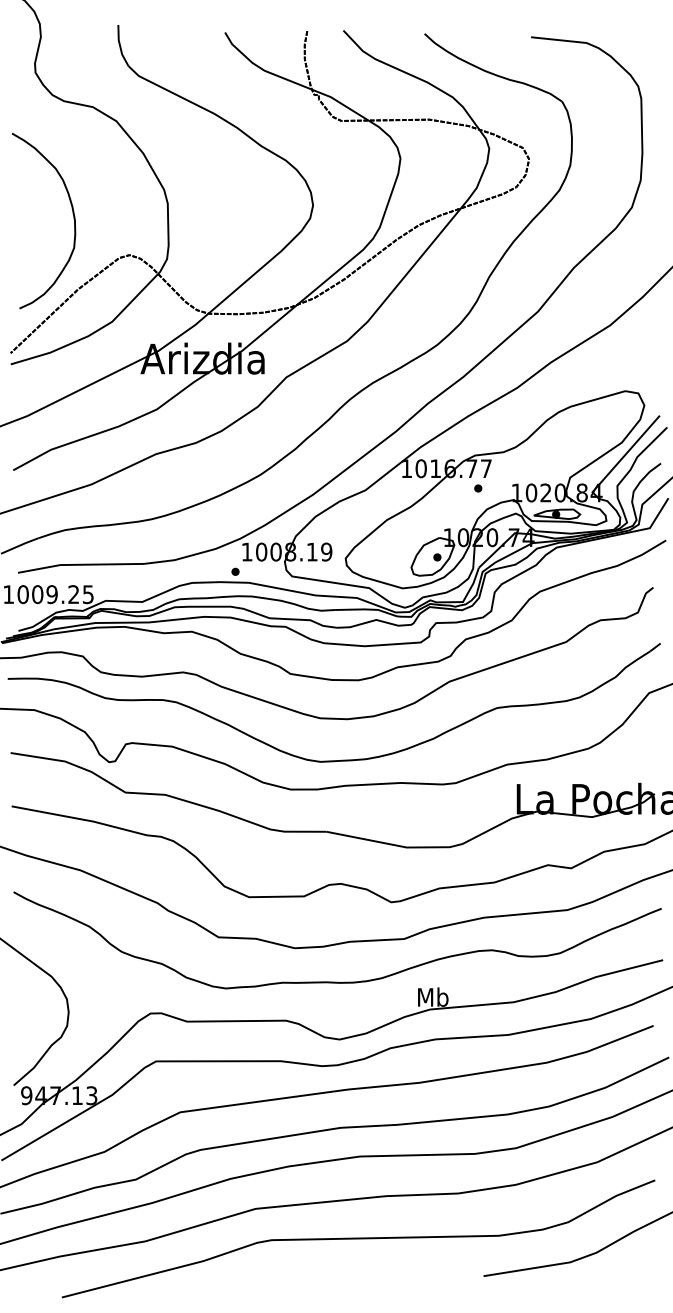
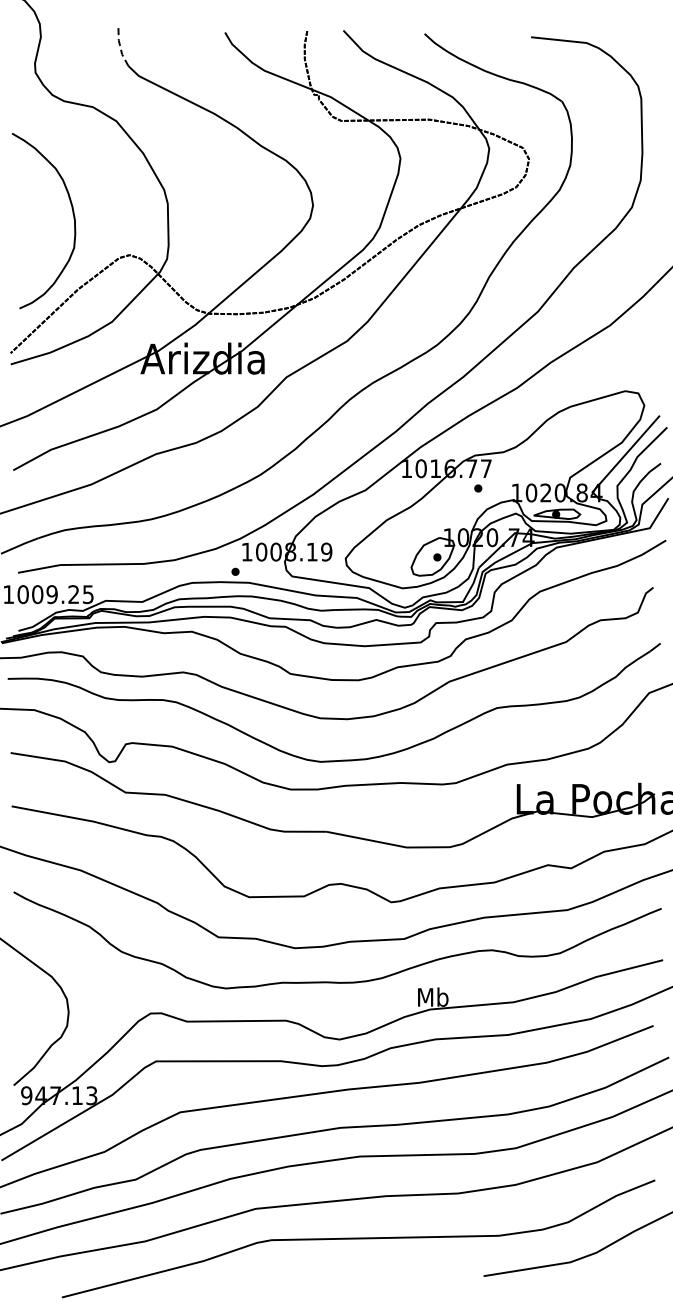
line at (120, 46): solid -> dashed
